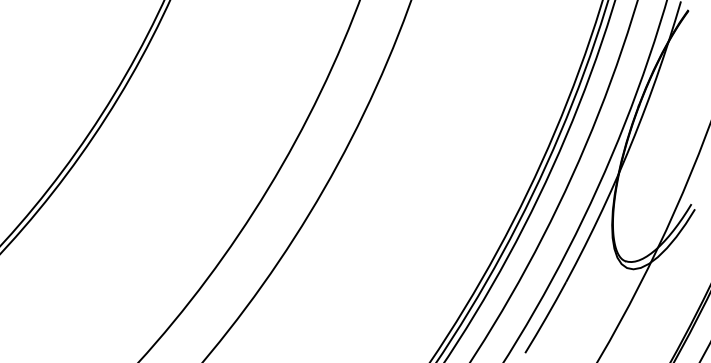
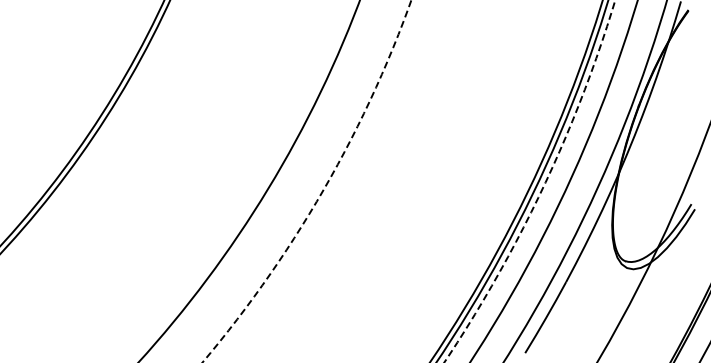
circle at (306, 181): solid -> dashed
circle at (529, 181): solid -> dashed
